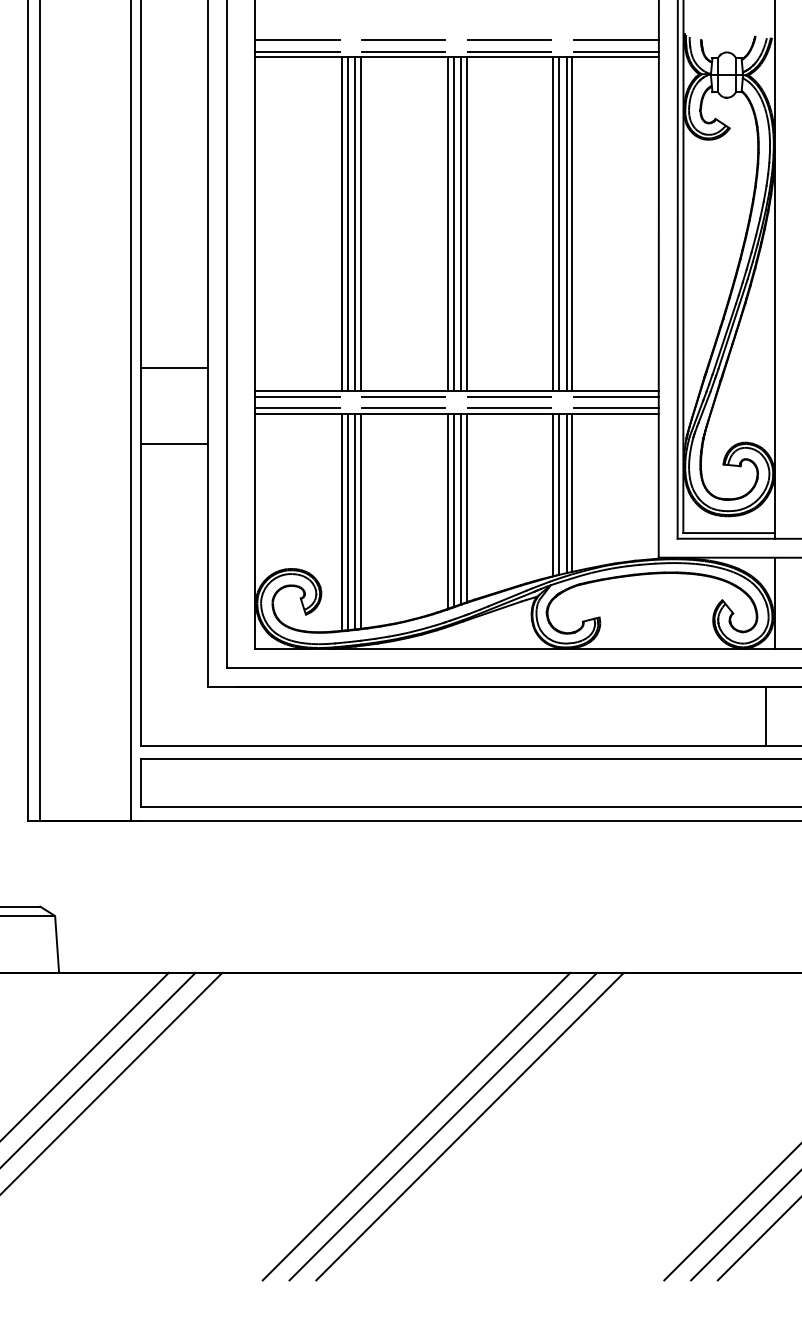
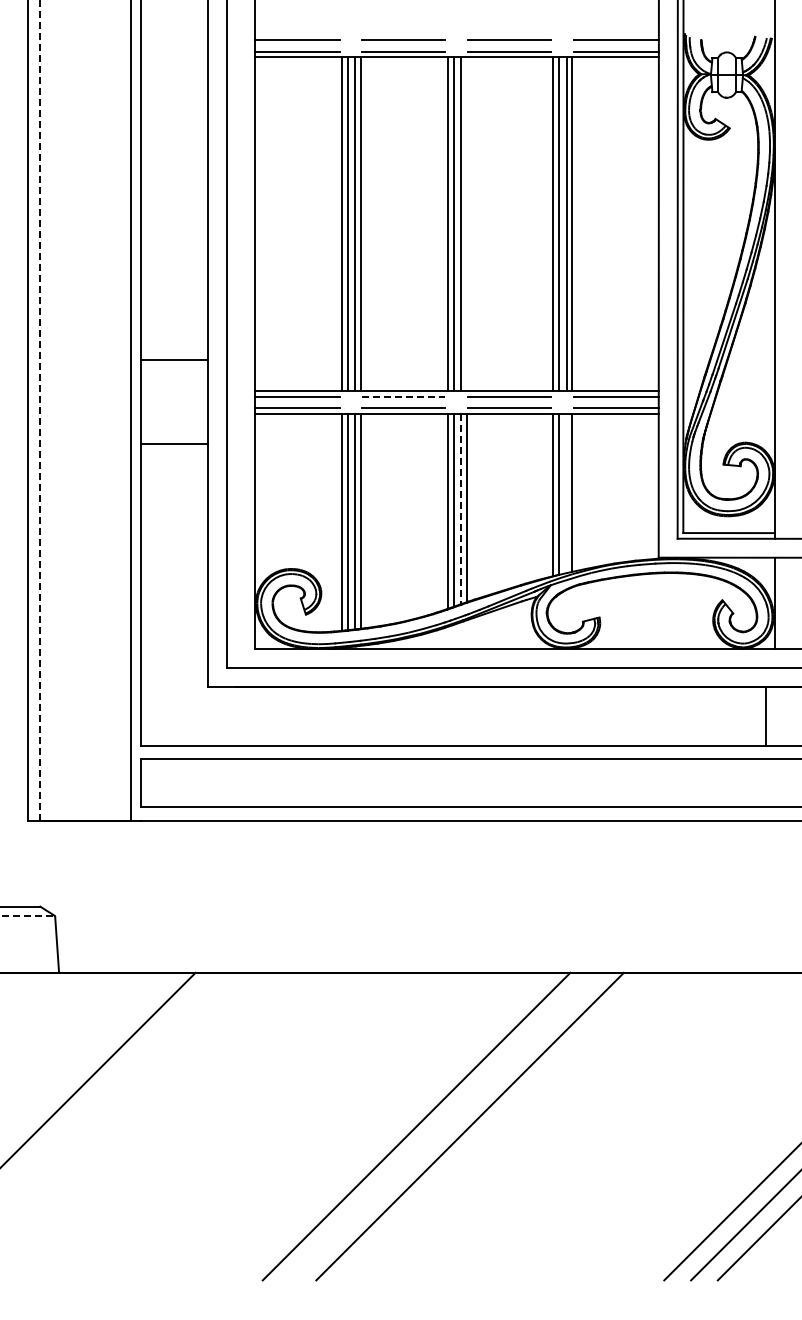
line at (466, 224): present -> none
line at (174, 368) position: (174, 368) -> (174, 360)
line at (404, 397): solid -> dashed
line at (40, 410): solid -> dashed
line at (566, 493): present -> none
line at (461, 509): solid -> dashed
line at (26, 916): solid -> dashed
line at (85, 1055): present -> none
line at (112, 1082): present -> none
line at (443, 1126): present -> none
